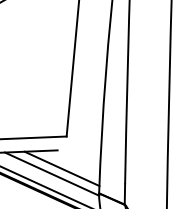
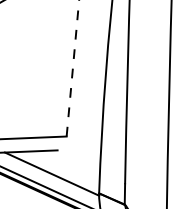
line at (72, 68): solid -> dashed
line at (61, 168): present -> none
